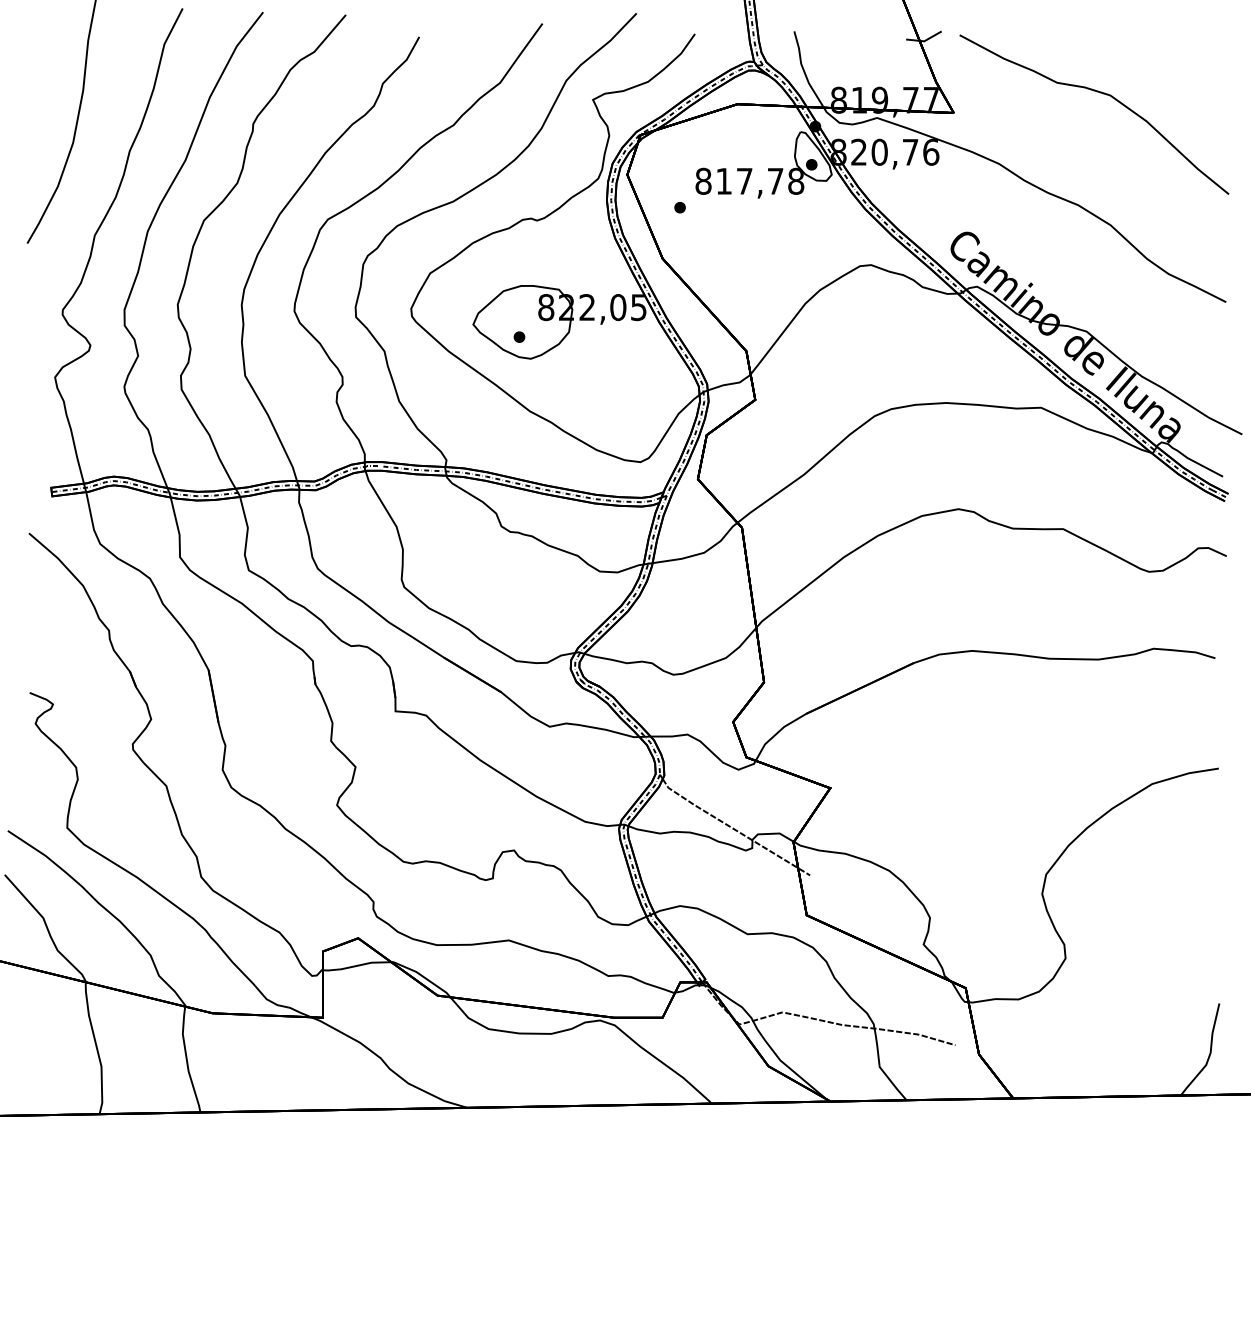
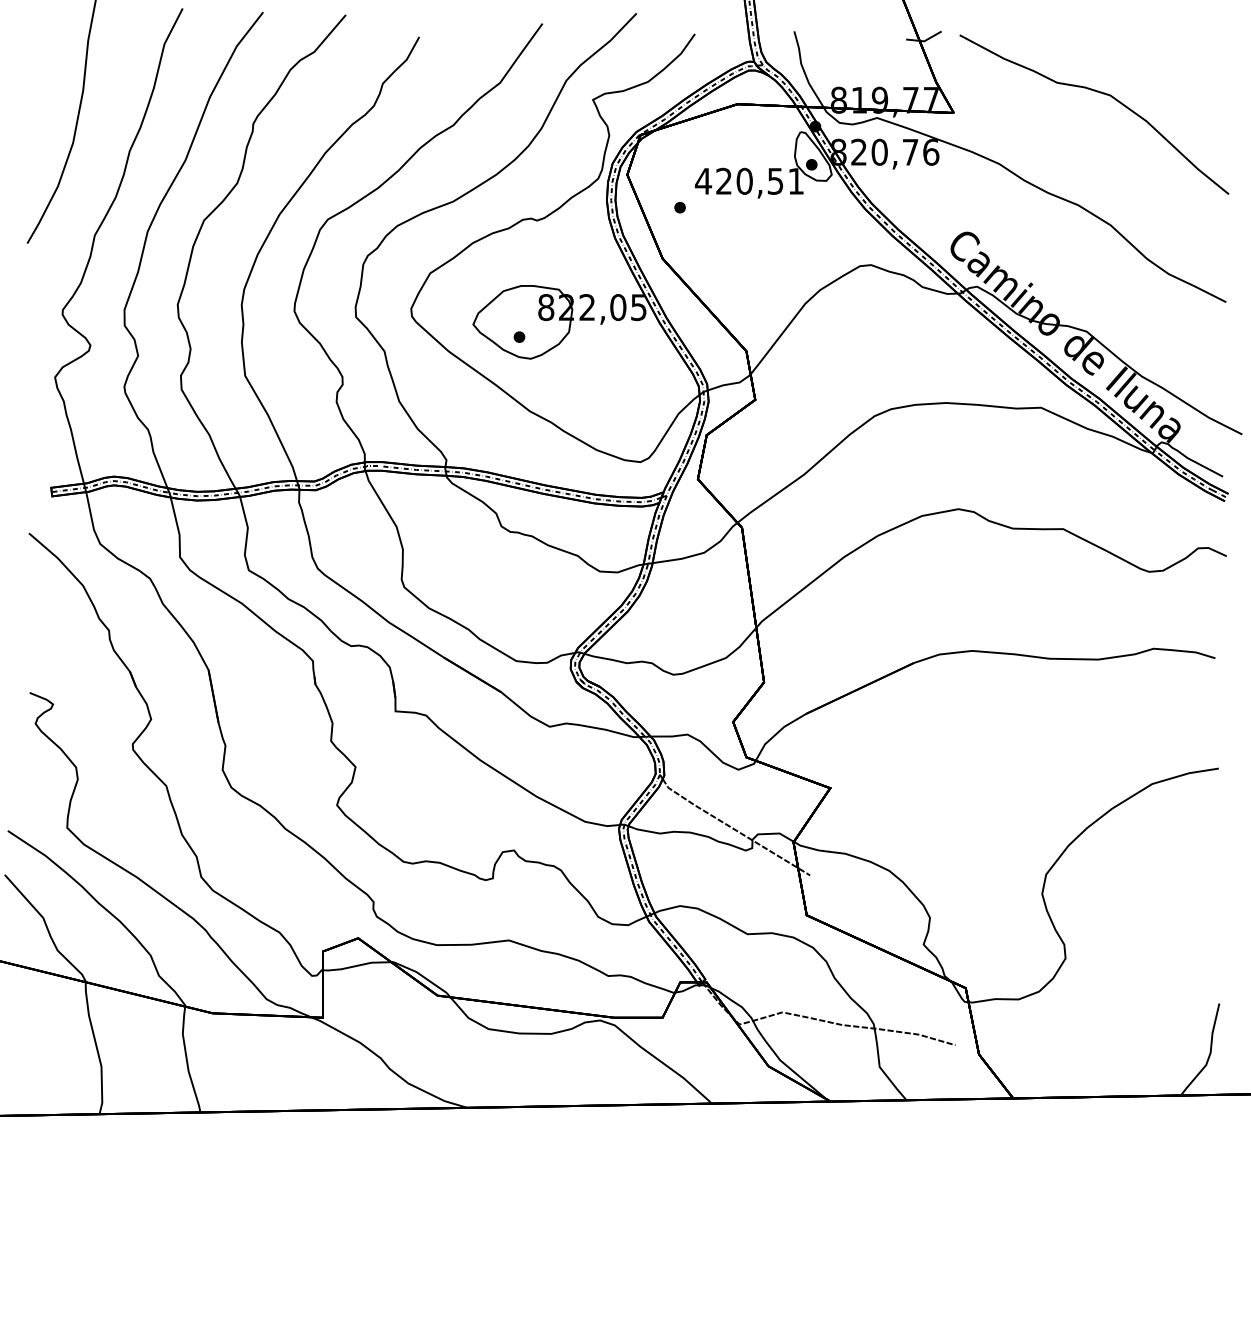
text at (749, 180): 817,78 -> 420,51
